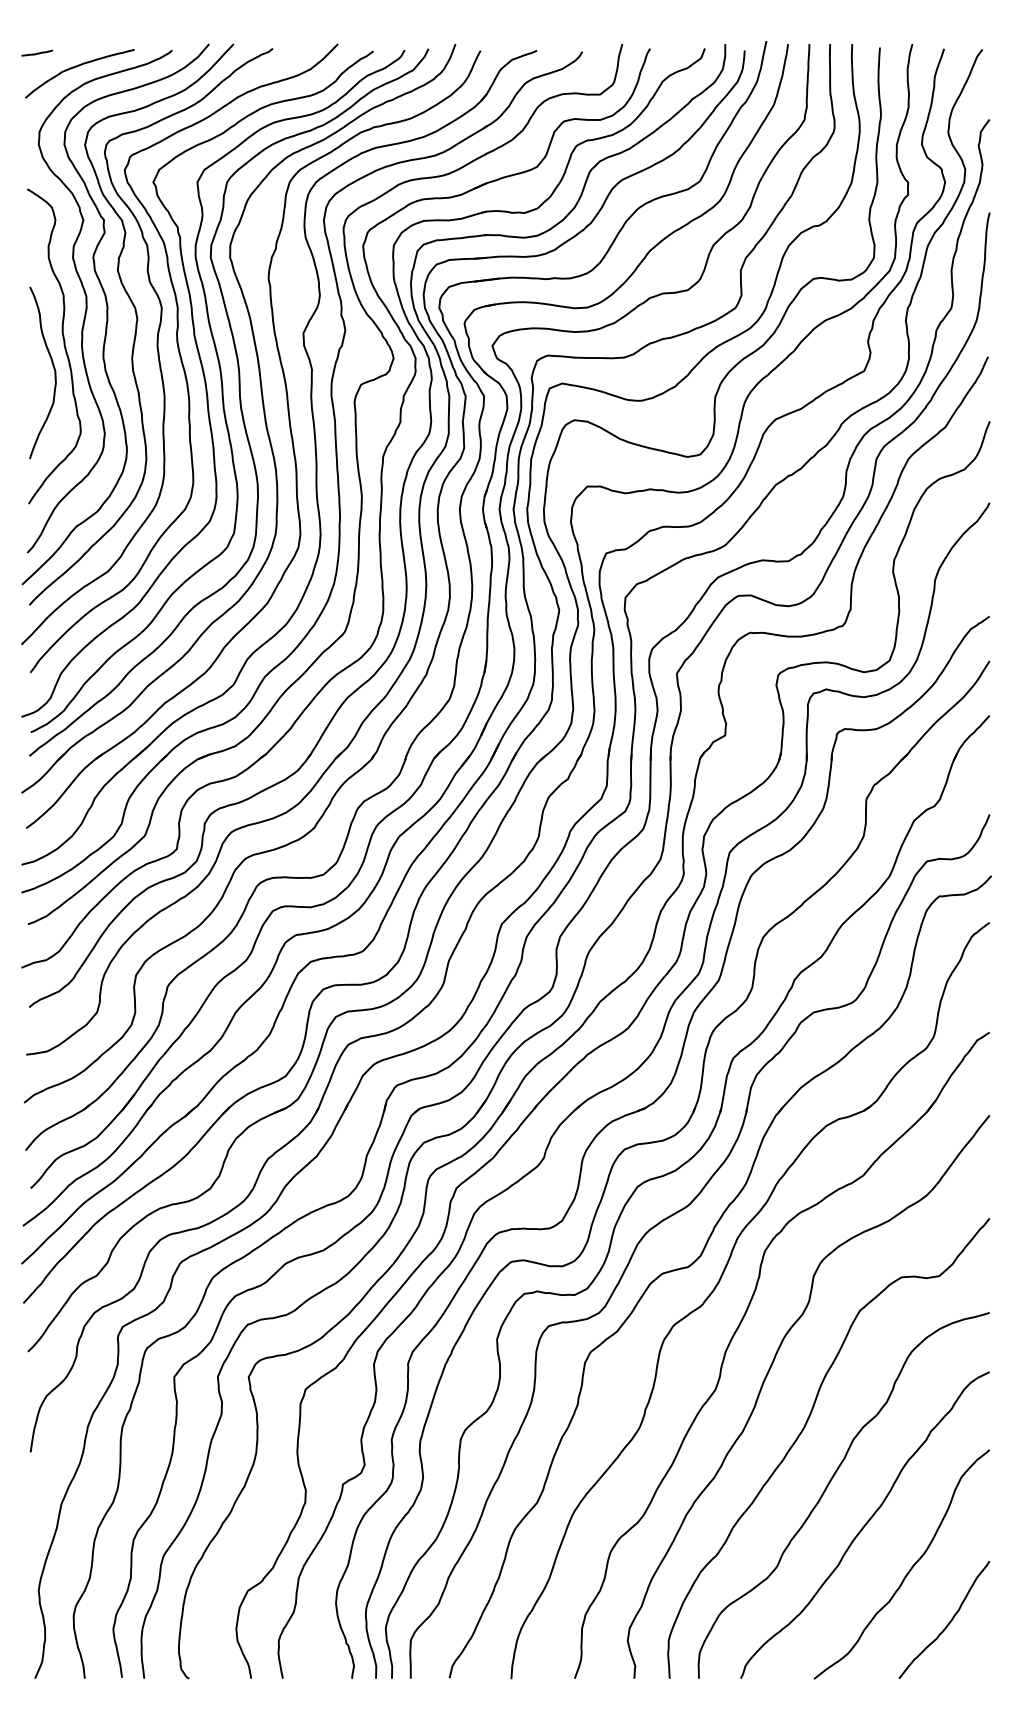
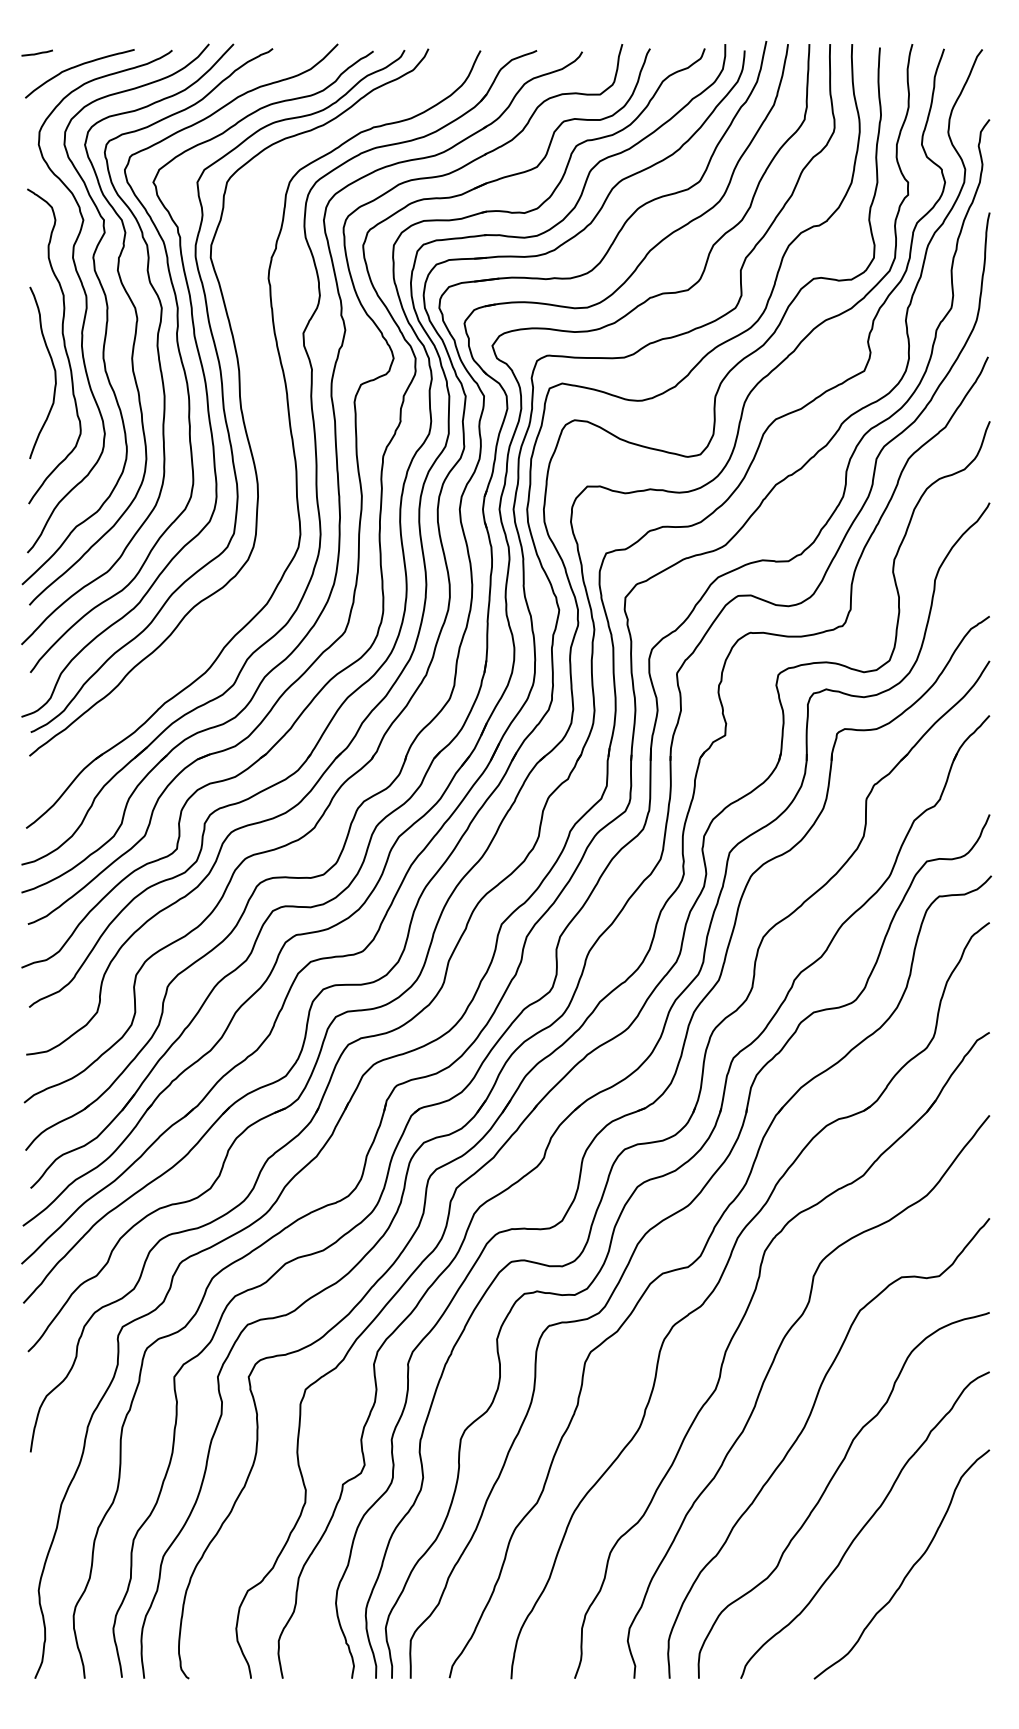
part at (263, 414): present -> none
curve at (948, 1622): present -> none
